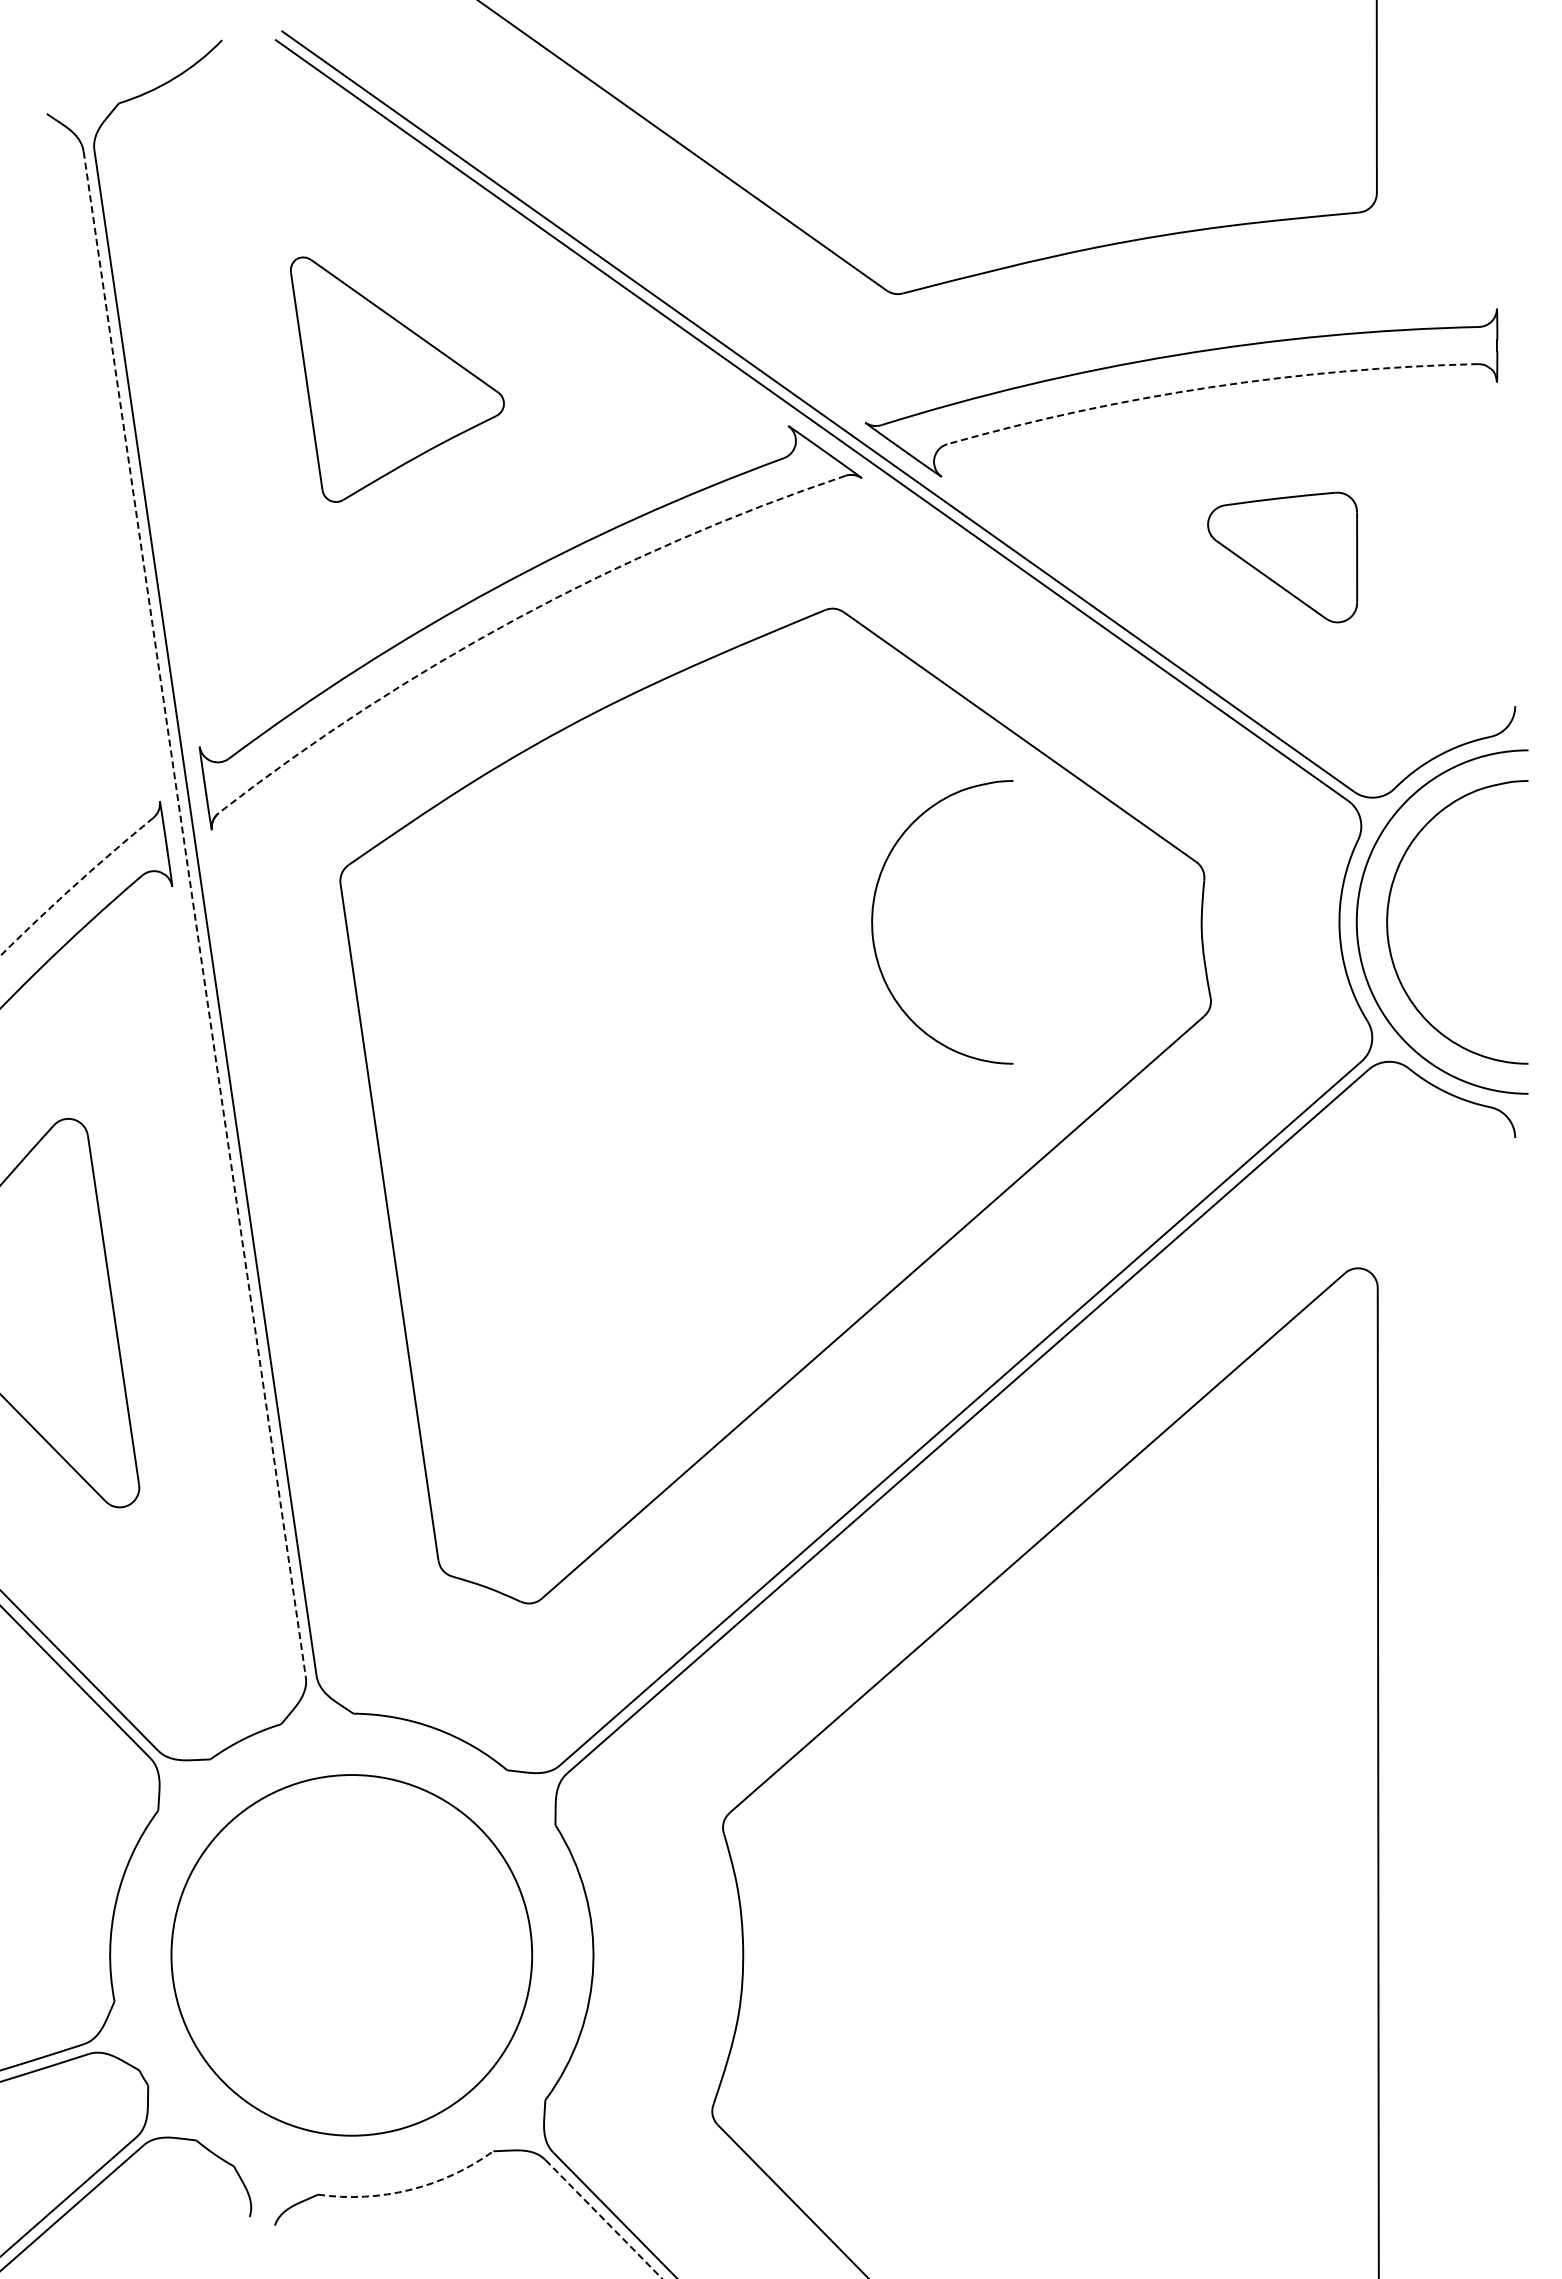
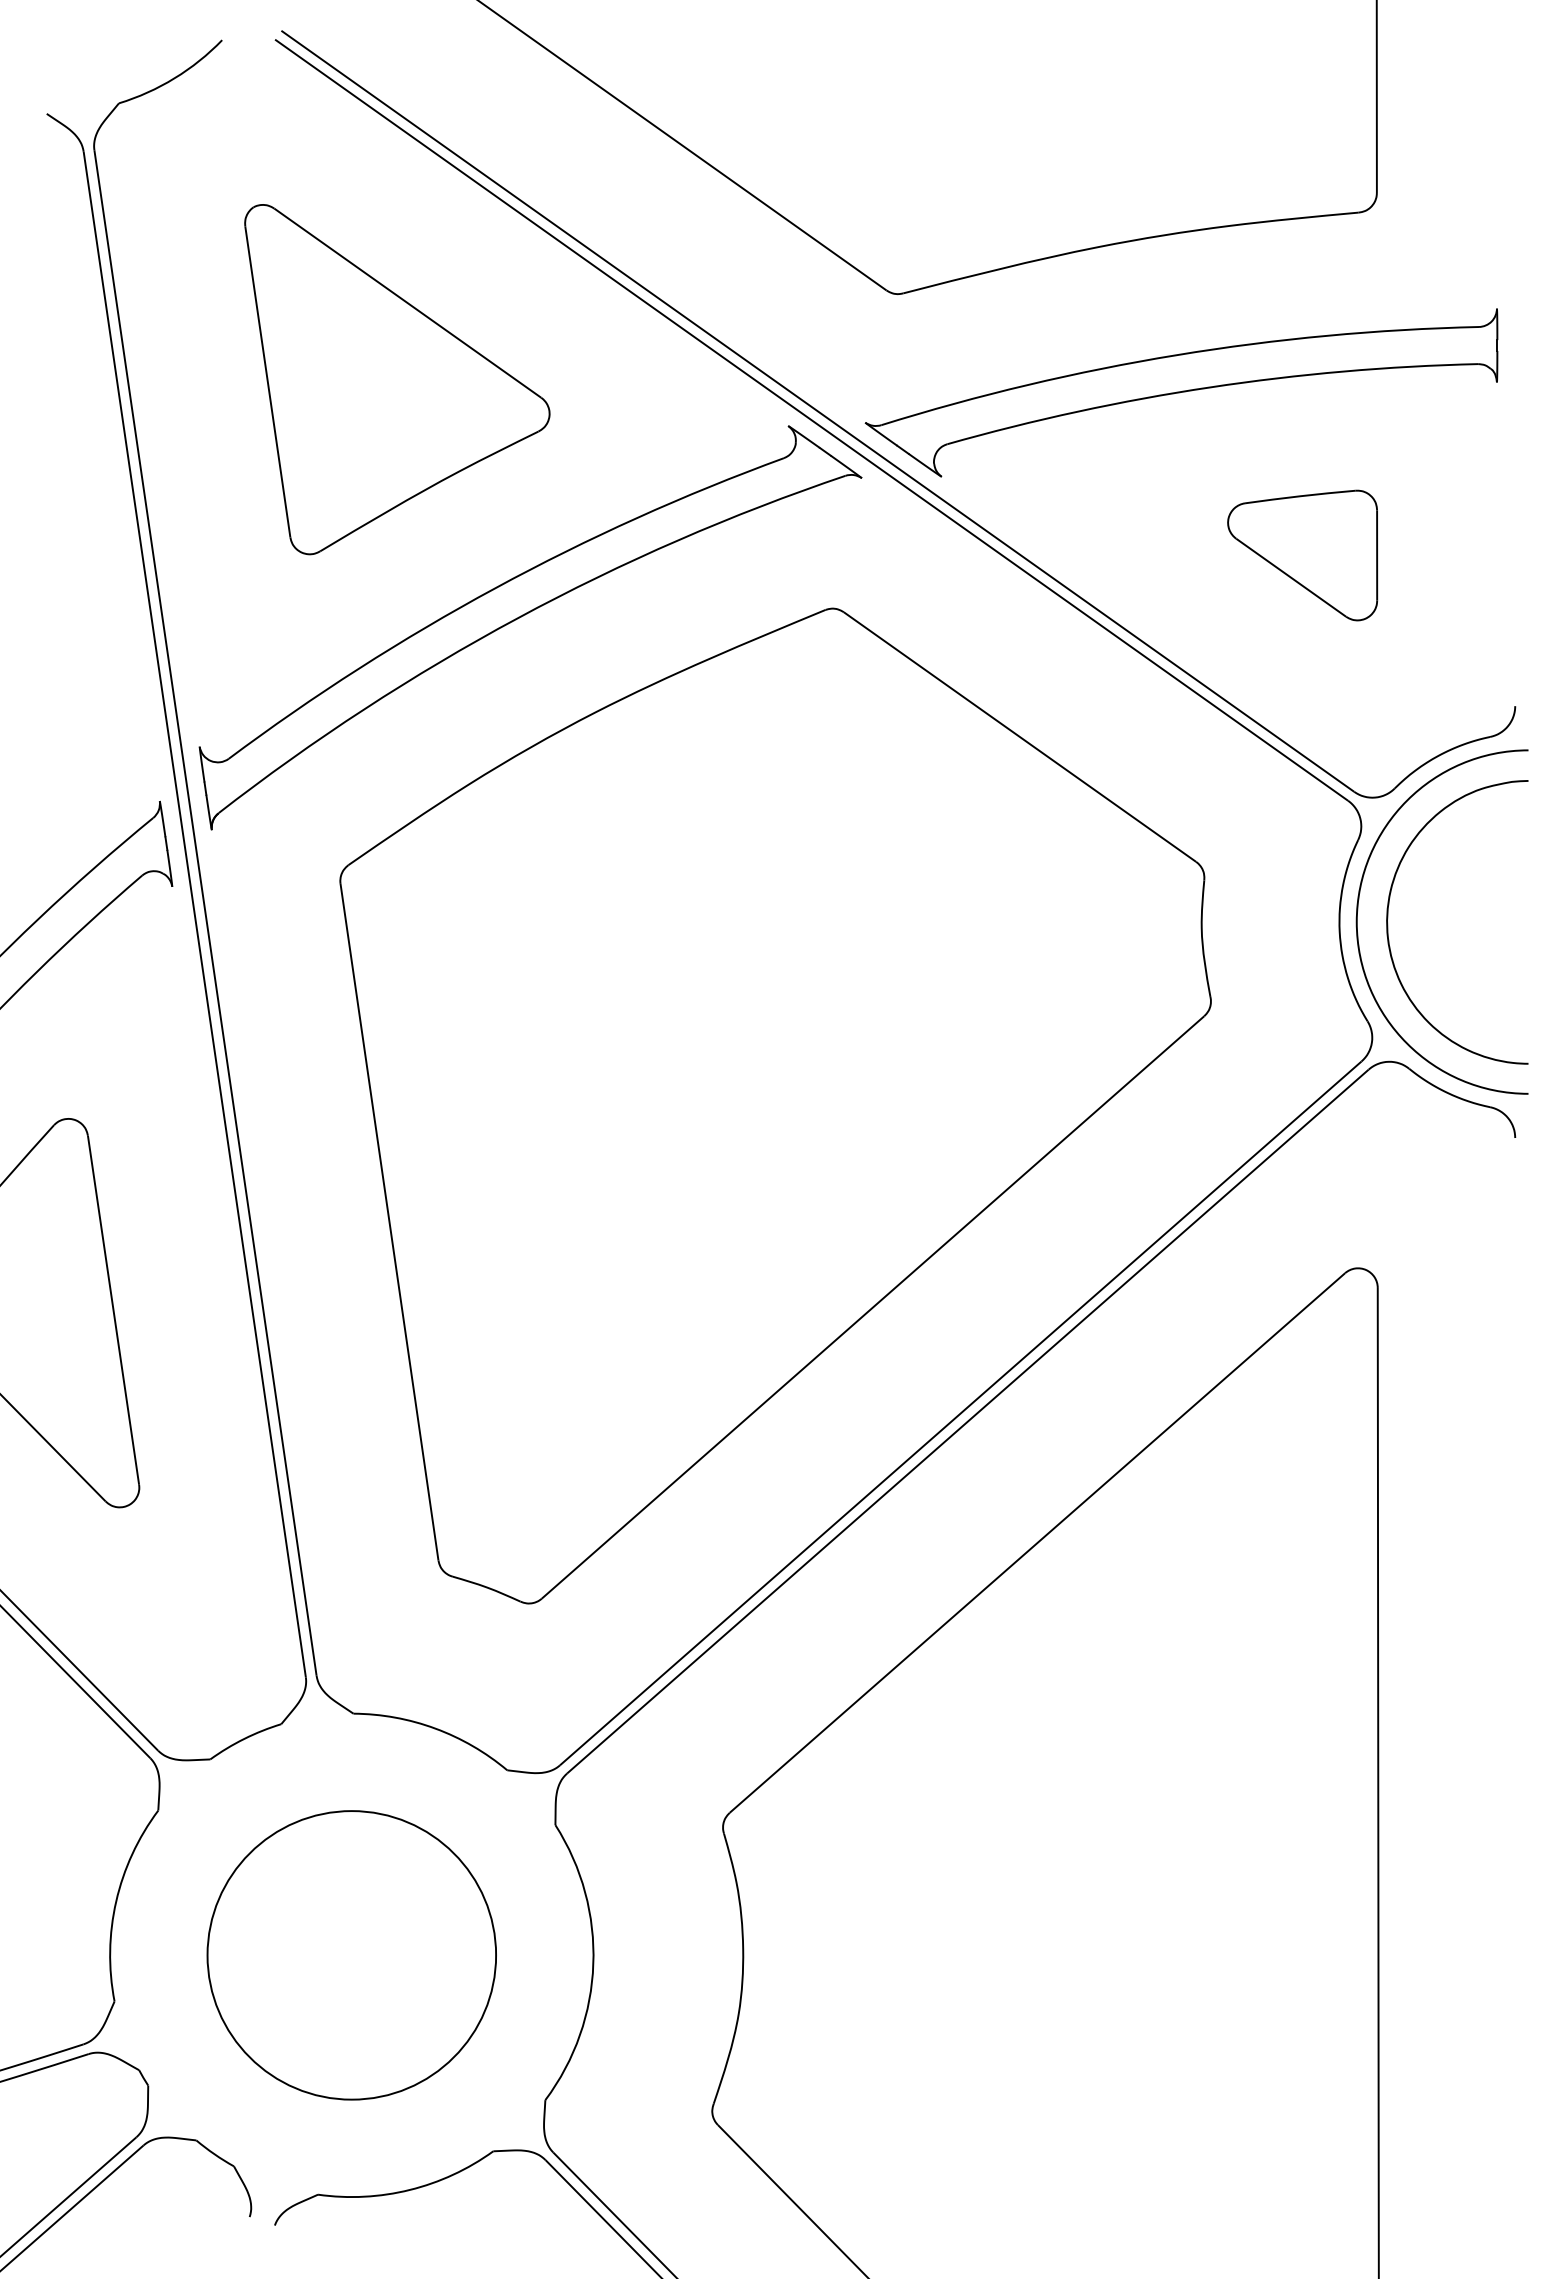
part at (397, 379) size: 215x247 px -> 307x352 px
arc at (1210, 387): dashed -> solid
part at (1282, 557) position: (1282, 557) -> (1302, 555)
arc at (517, 618): dashed -> solid
arc at (74, 886): dashed -> solid
line at (194, 915): dashed -> solid
curve at (873, 923): present -> none
circle at (351, 1955) diameter: 361 px -> 289 px
arc at (409, 2189): dashed -> solid
line at (603, 2219): dashed -> solid
